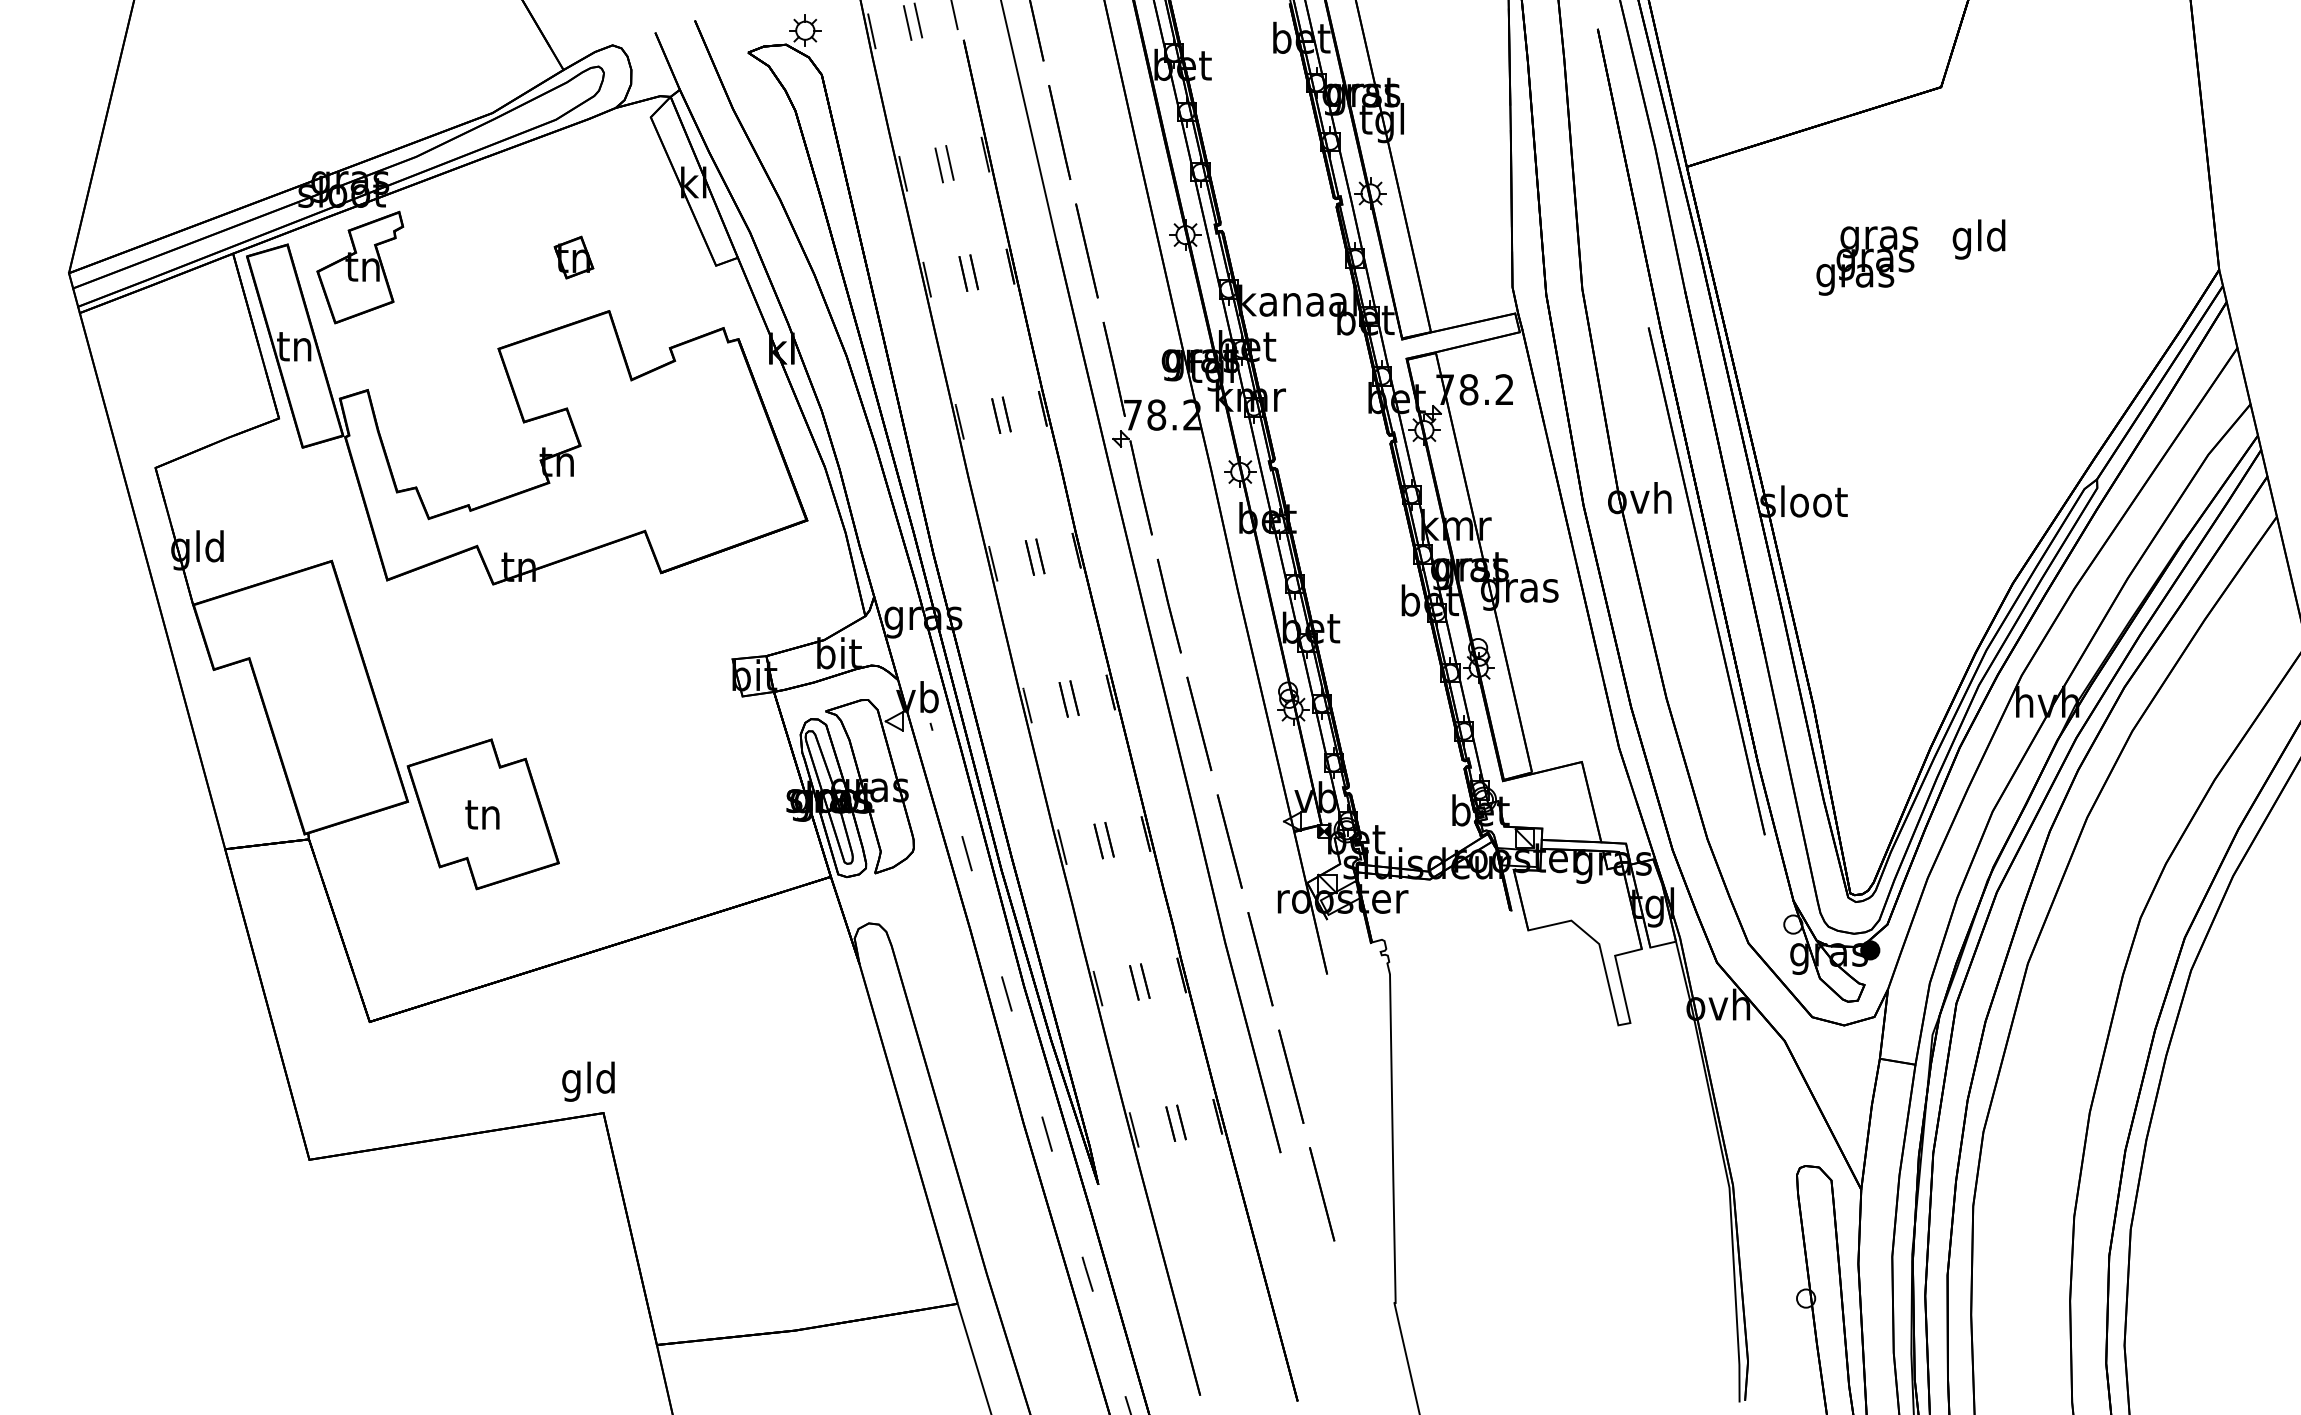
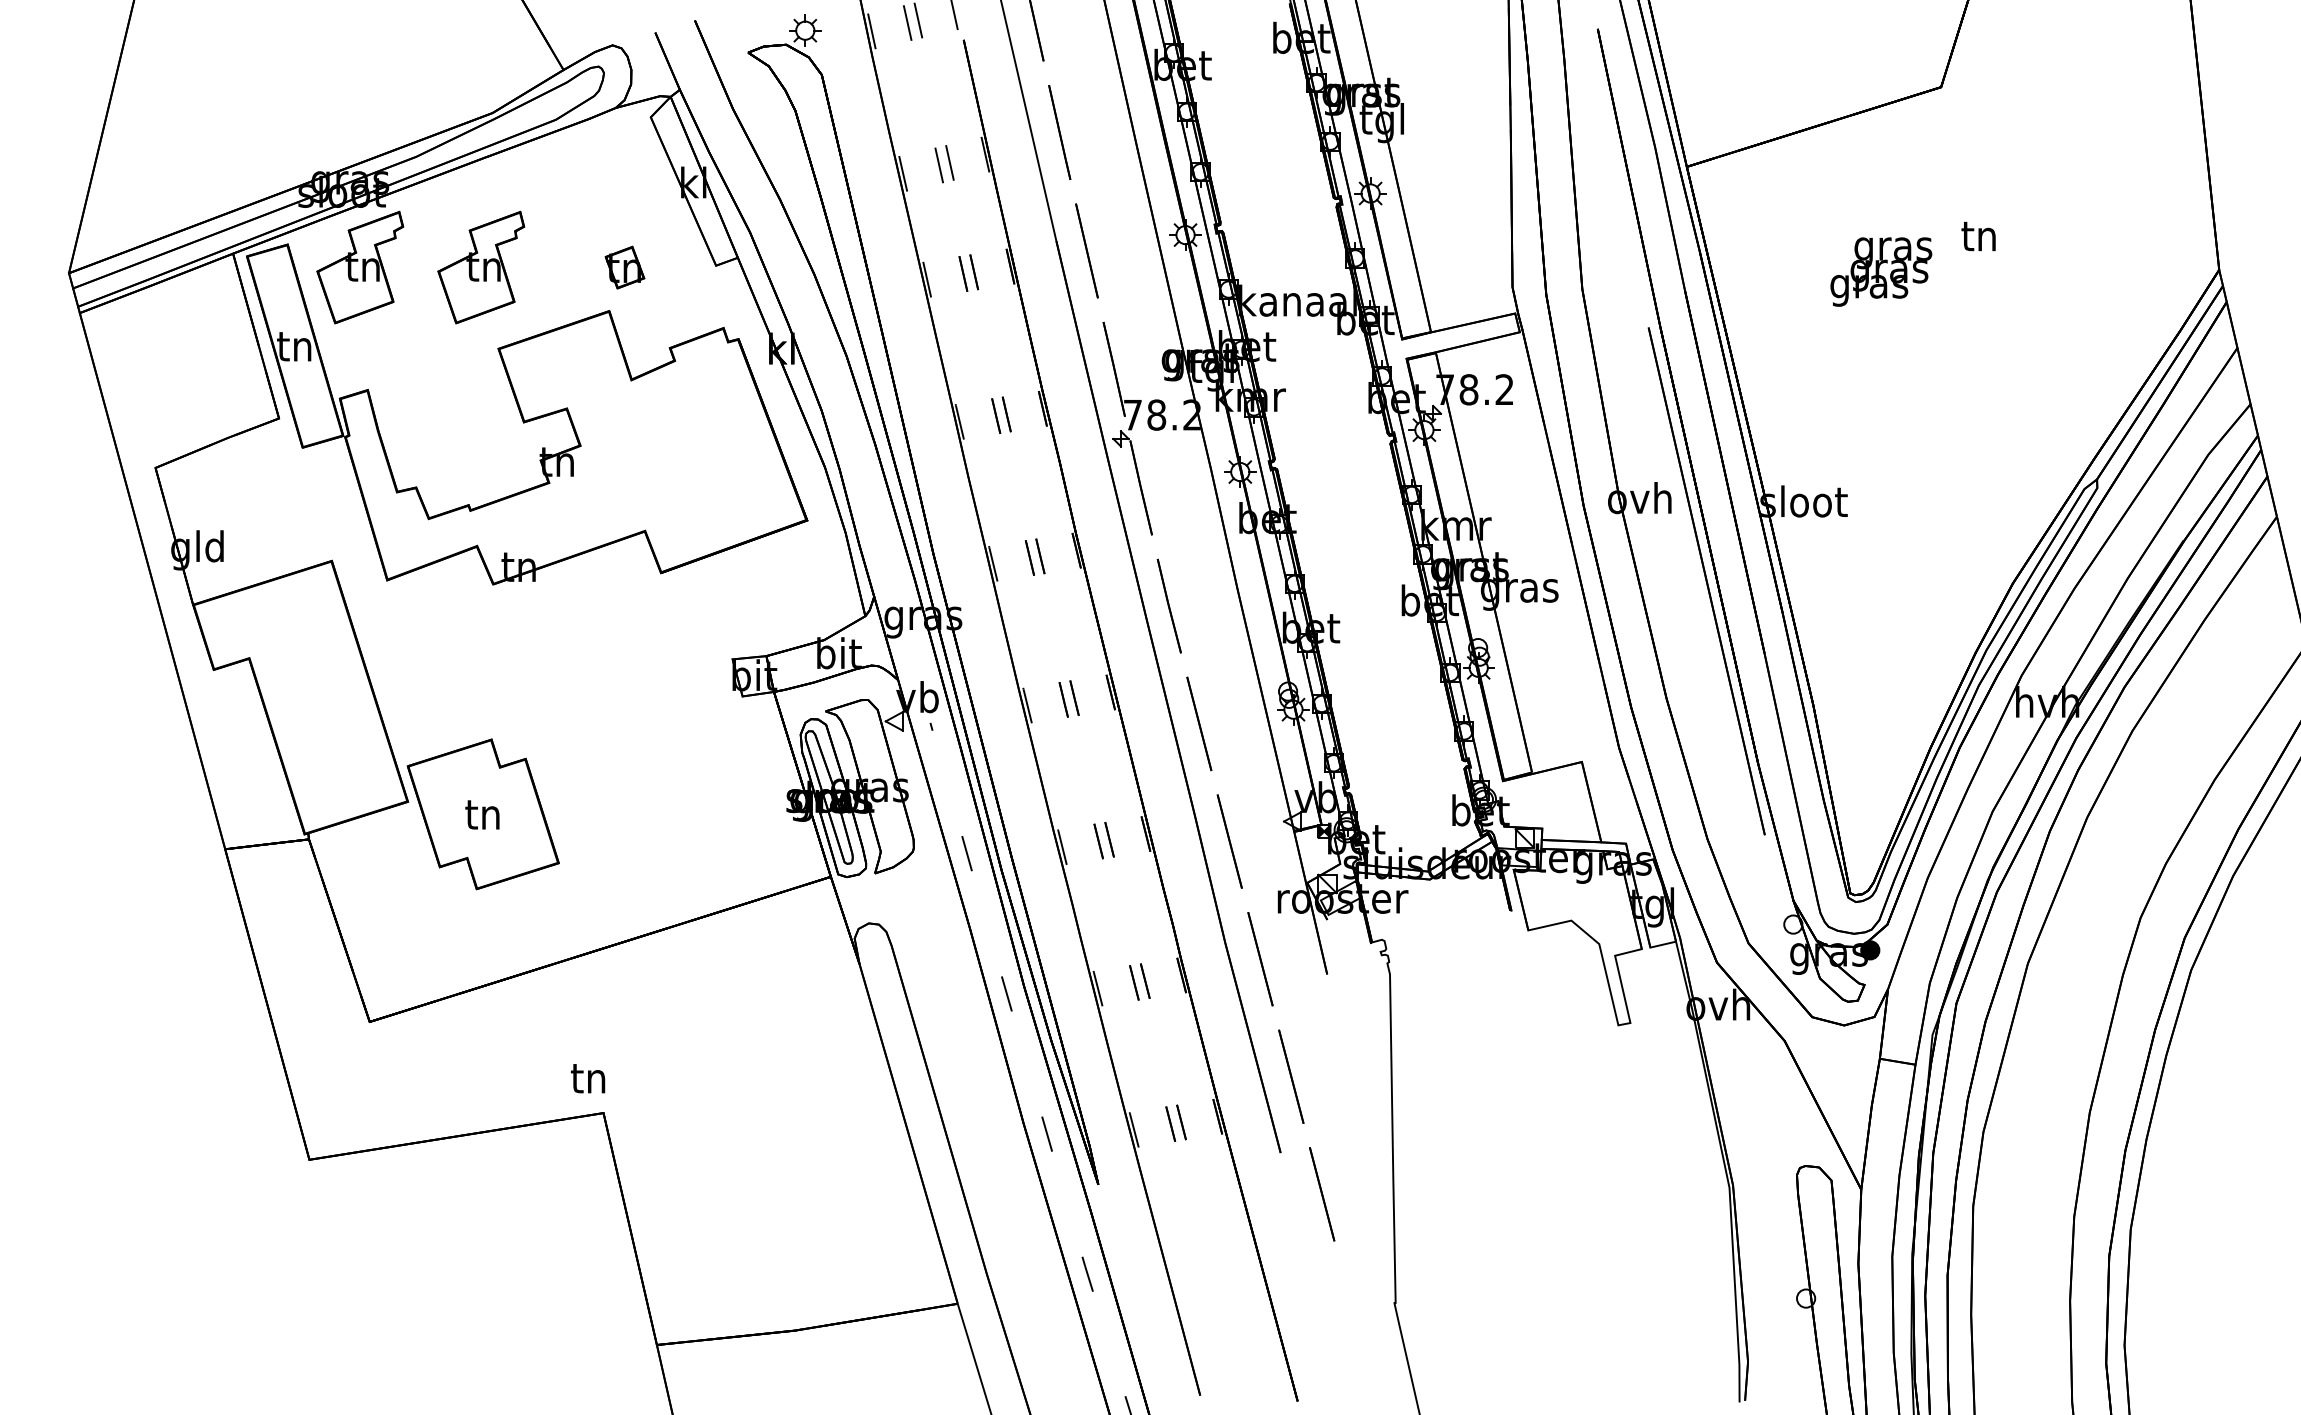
text at (1978, 239): gld -> tn
part at (573, 257) position: (573, 257) -> (624, 267)
text at (1867, 260) position: (1867, 260) -> (1881, 271)
part at (481, 267): none -> present
text at (588, 1081): gld -> tn
